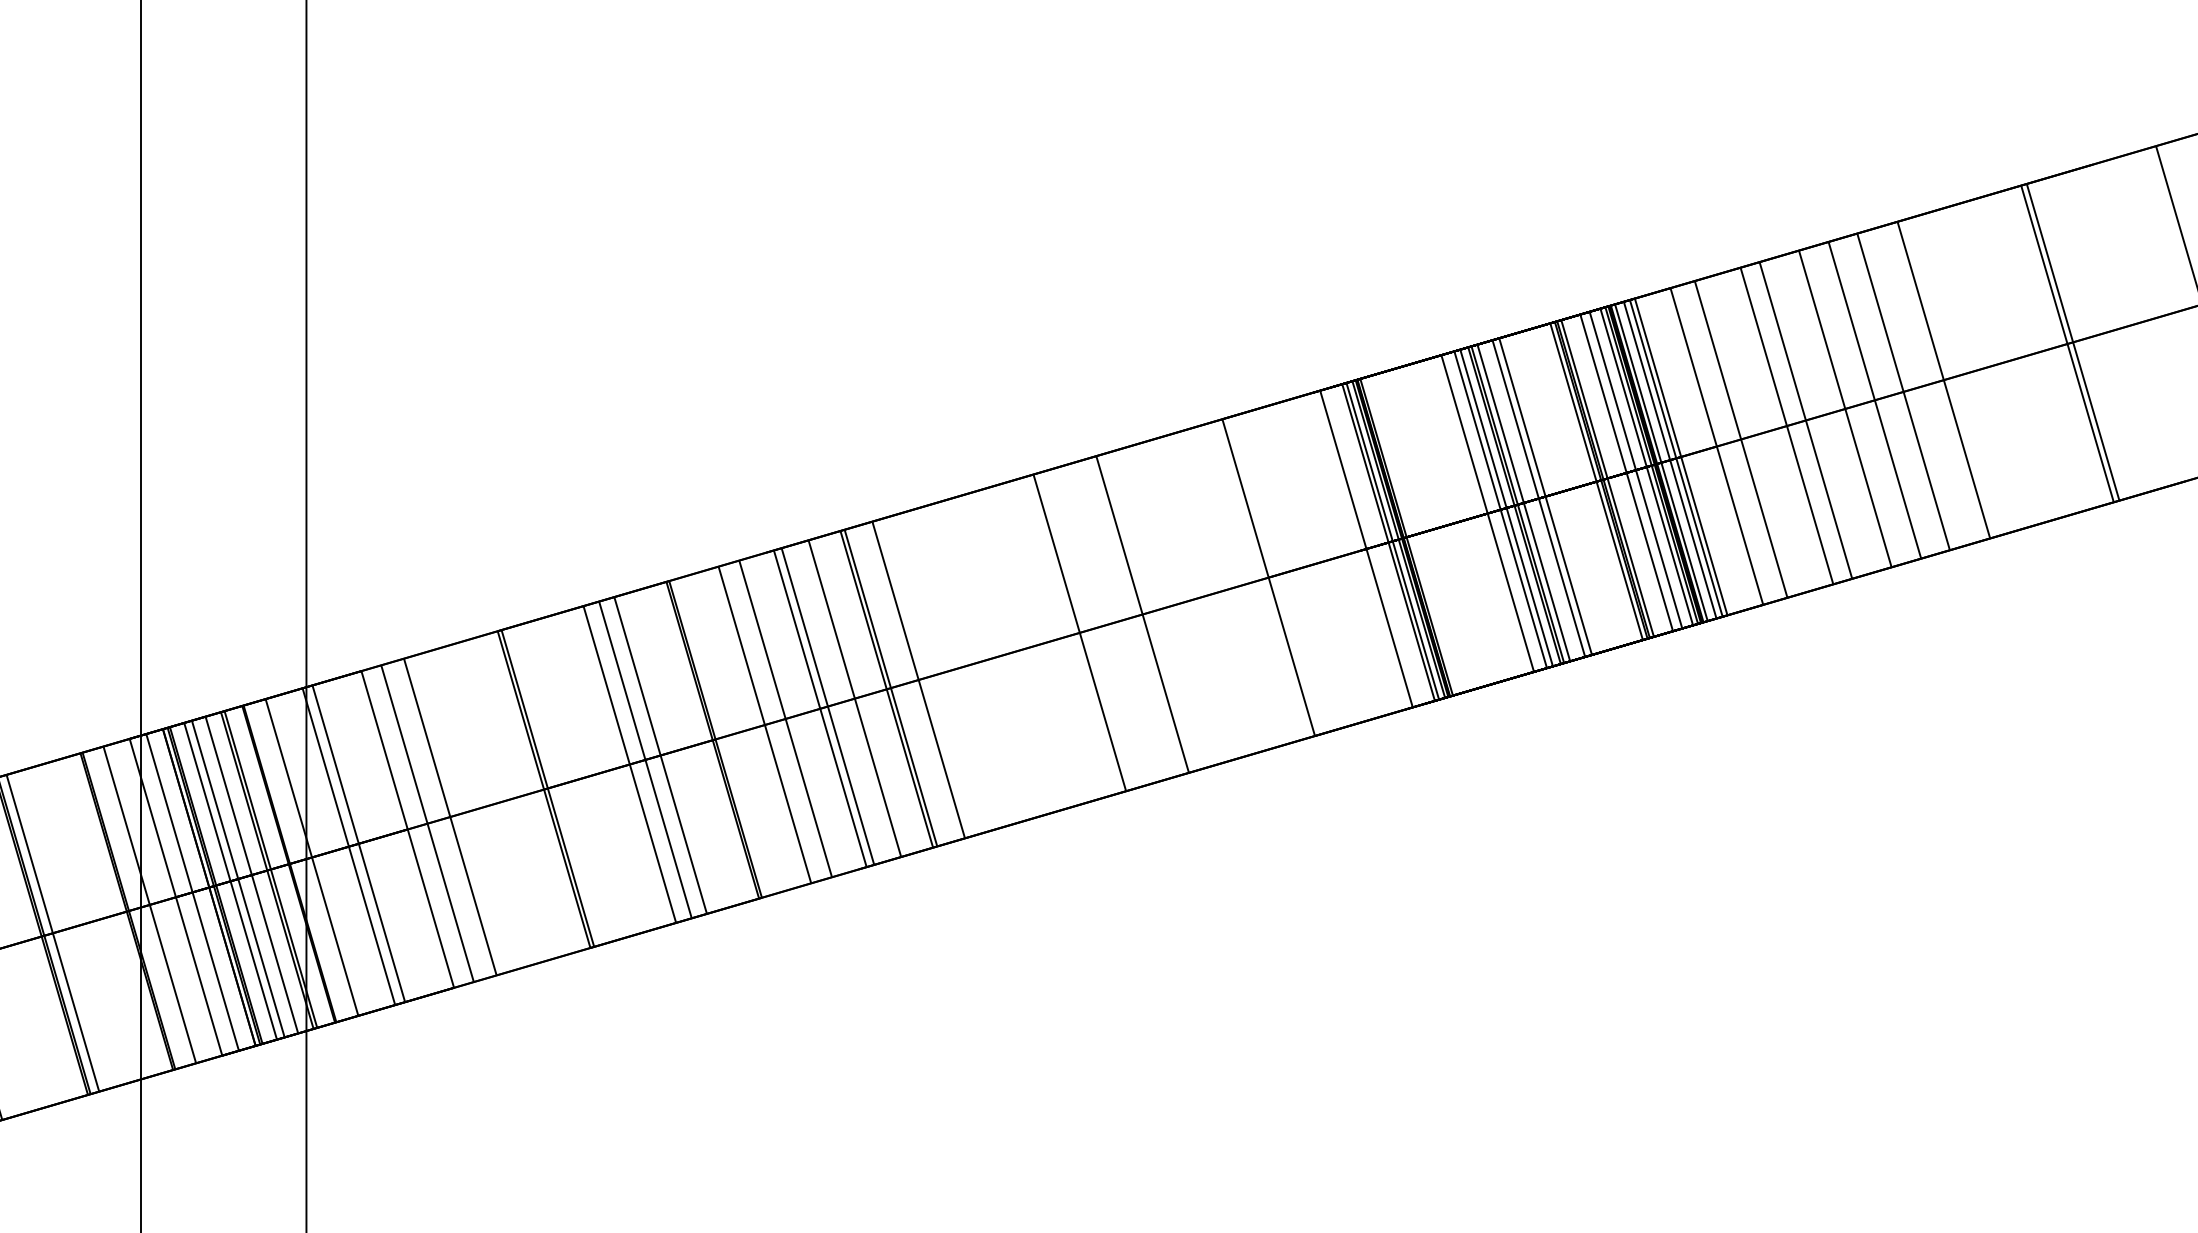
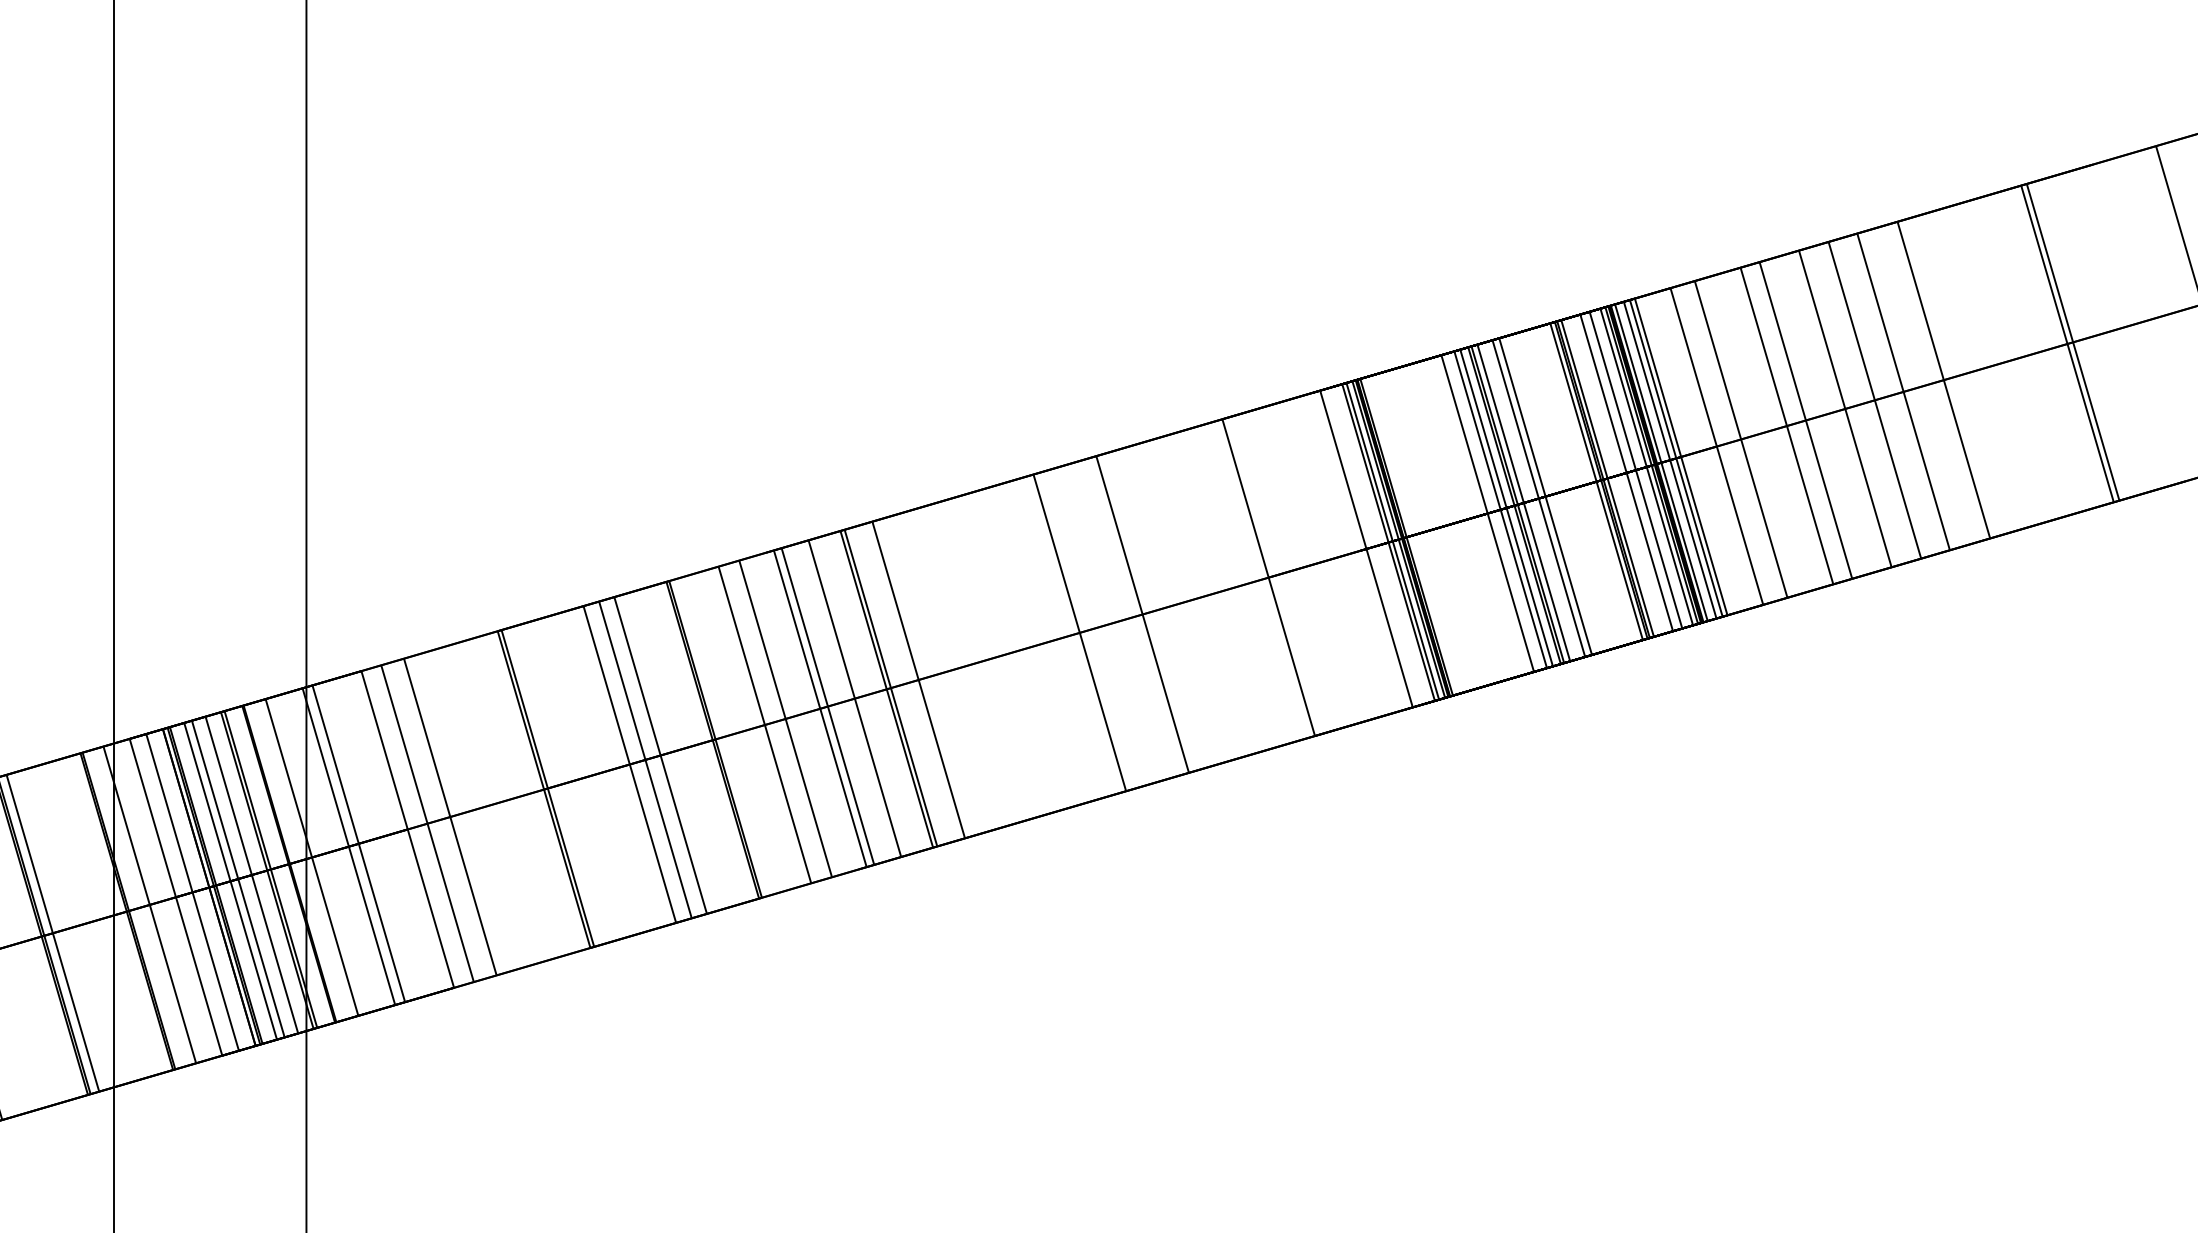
line at (141, 615) position: (141, 615) -> (114, 615)
